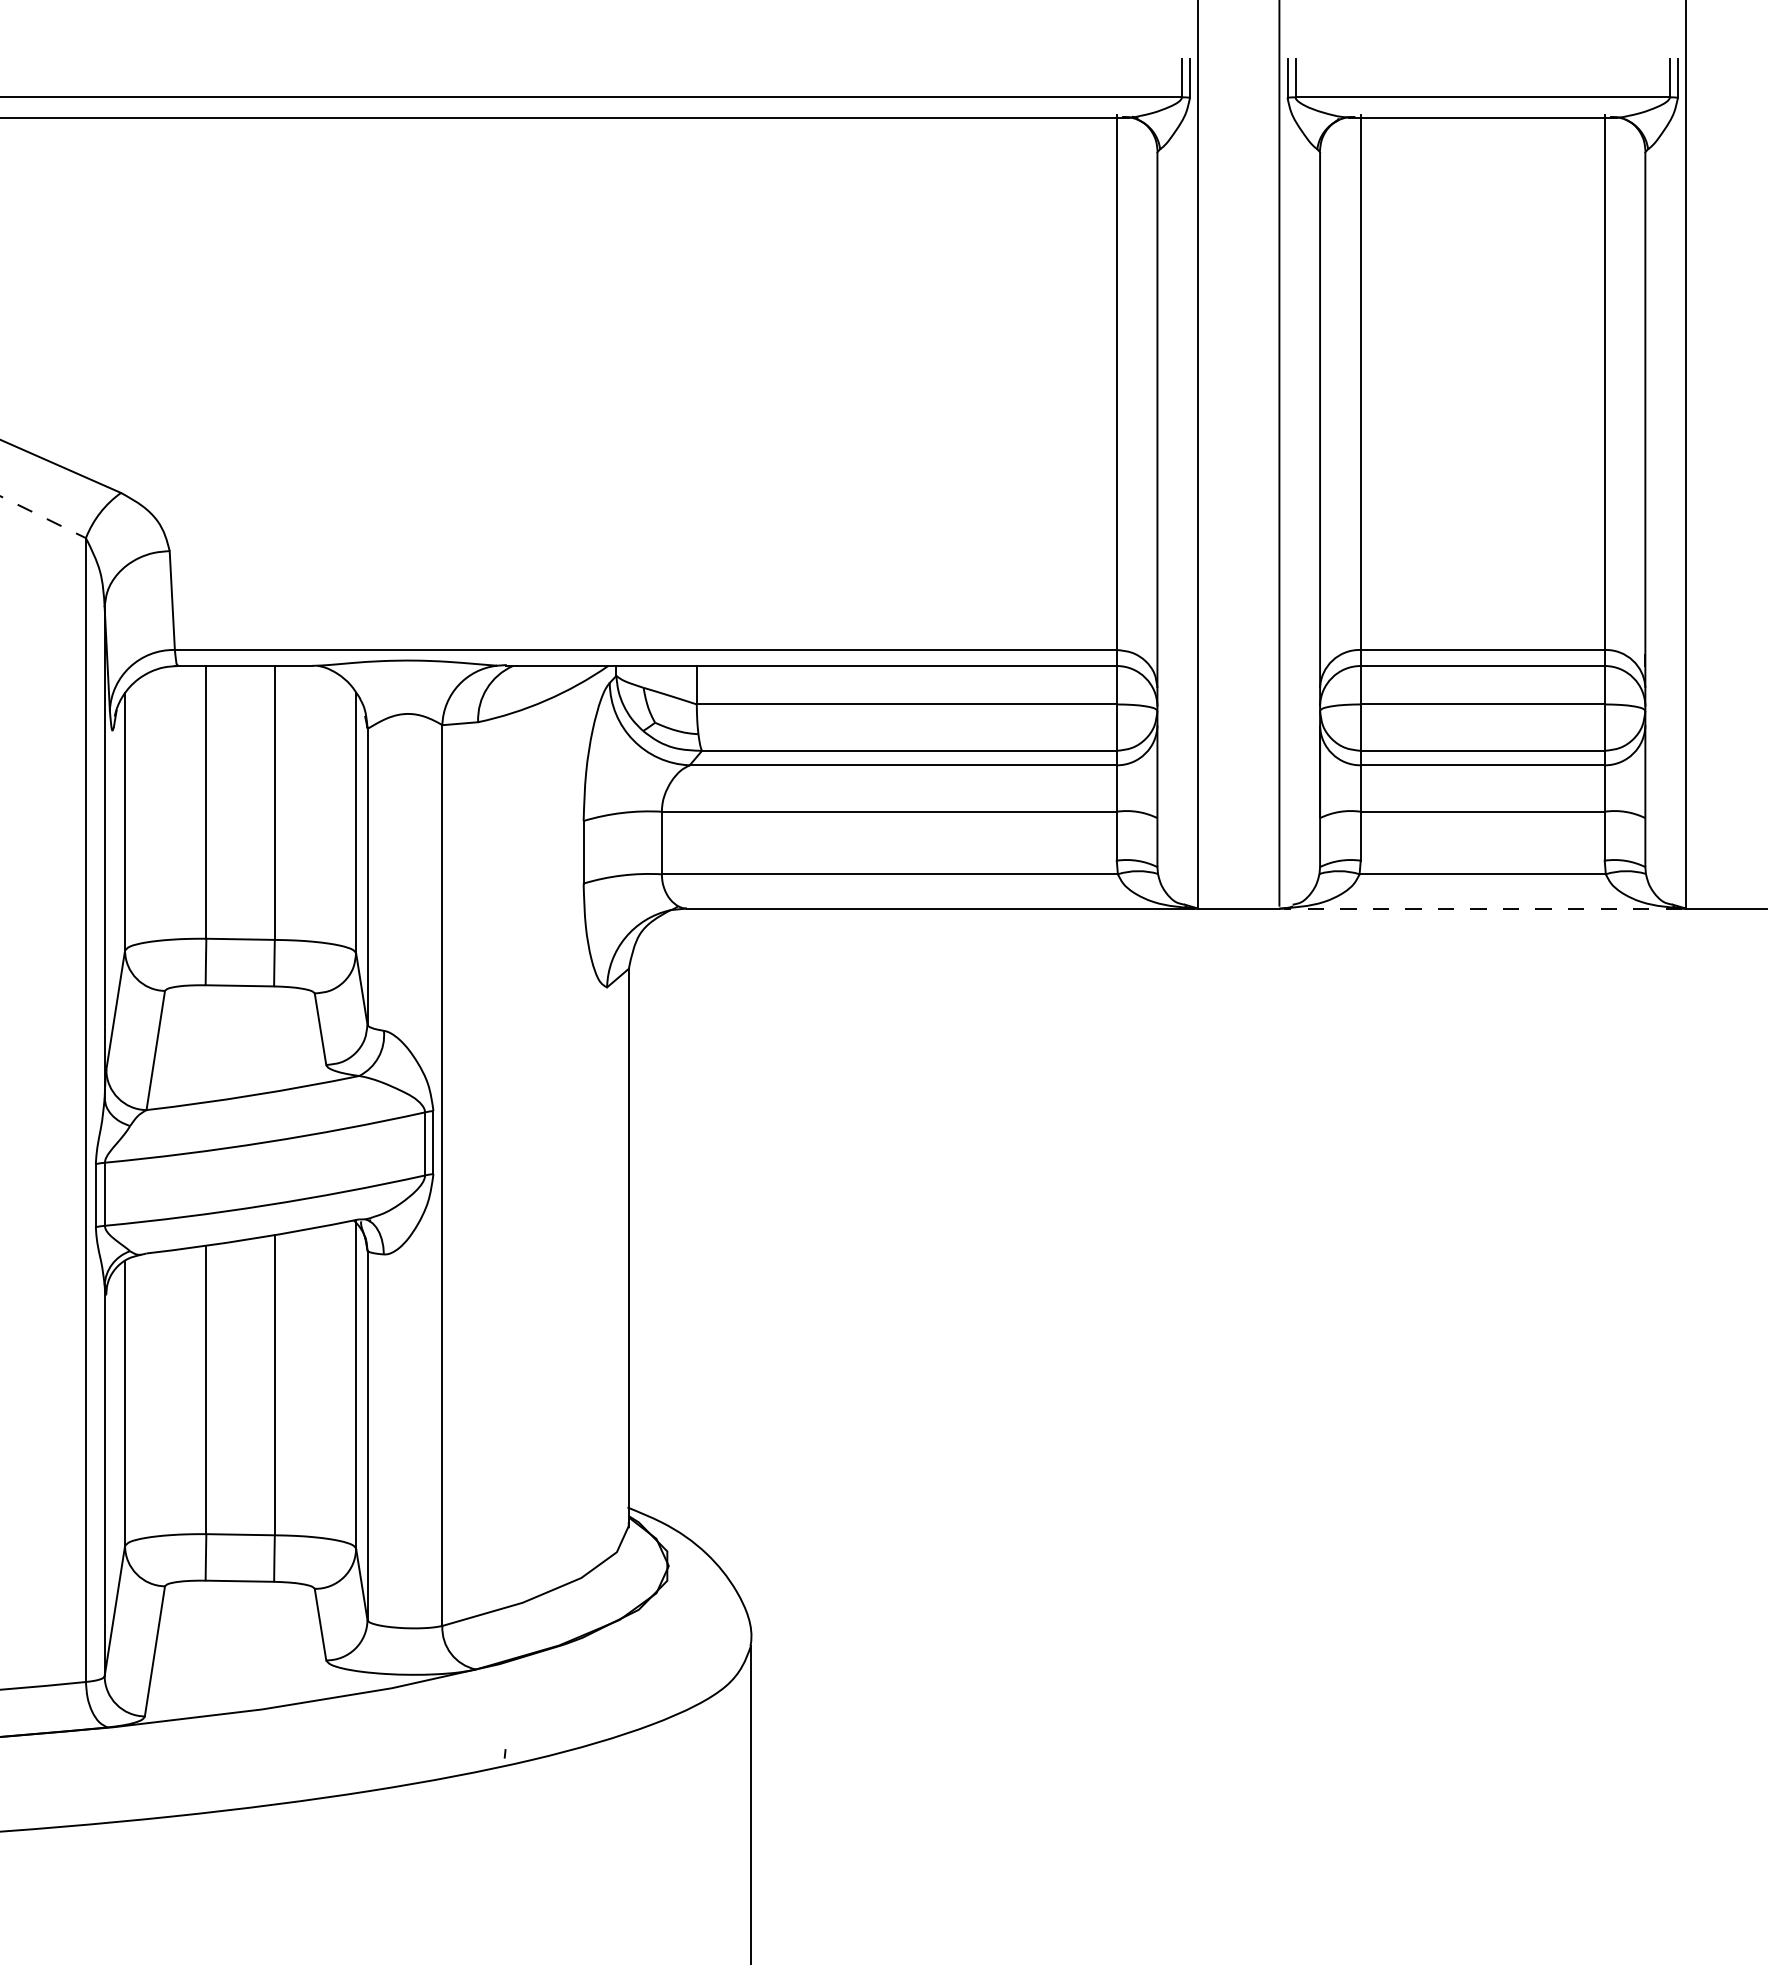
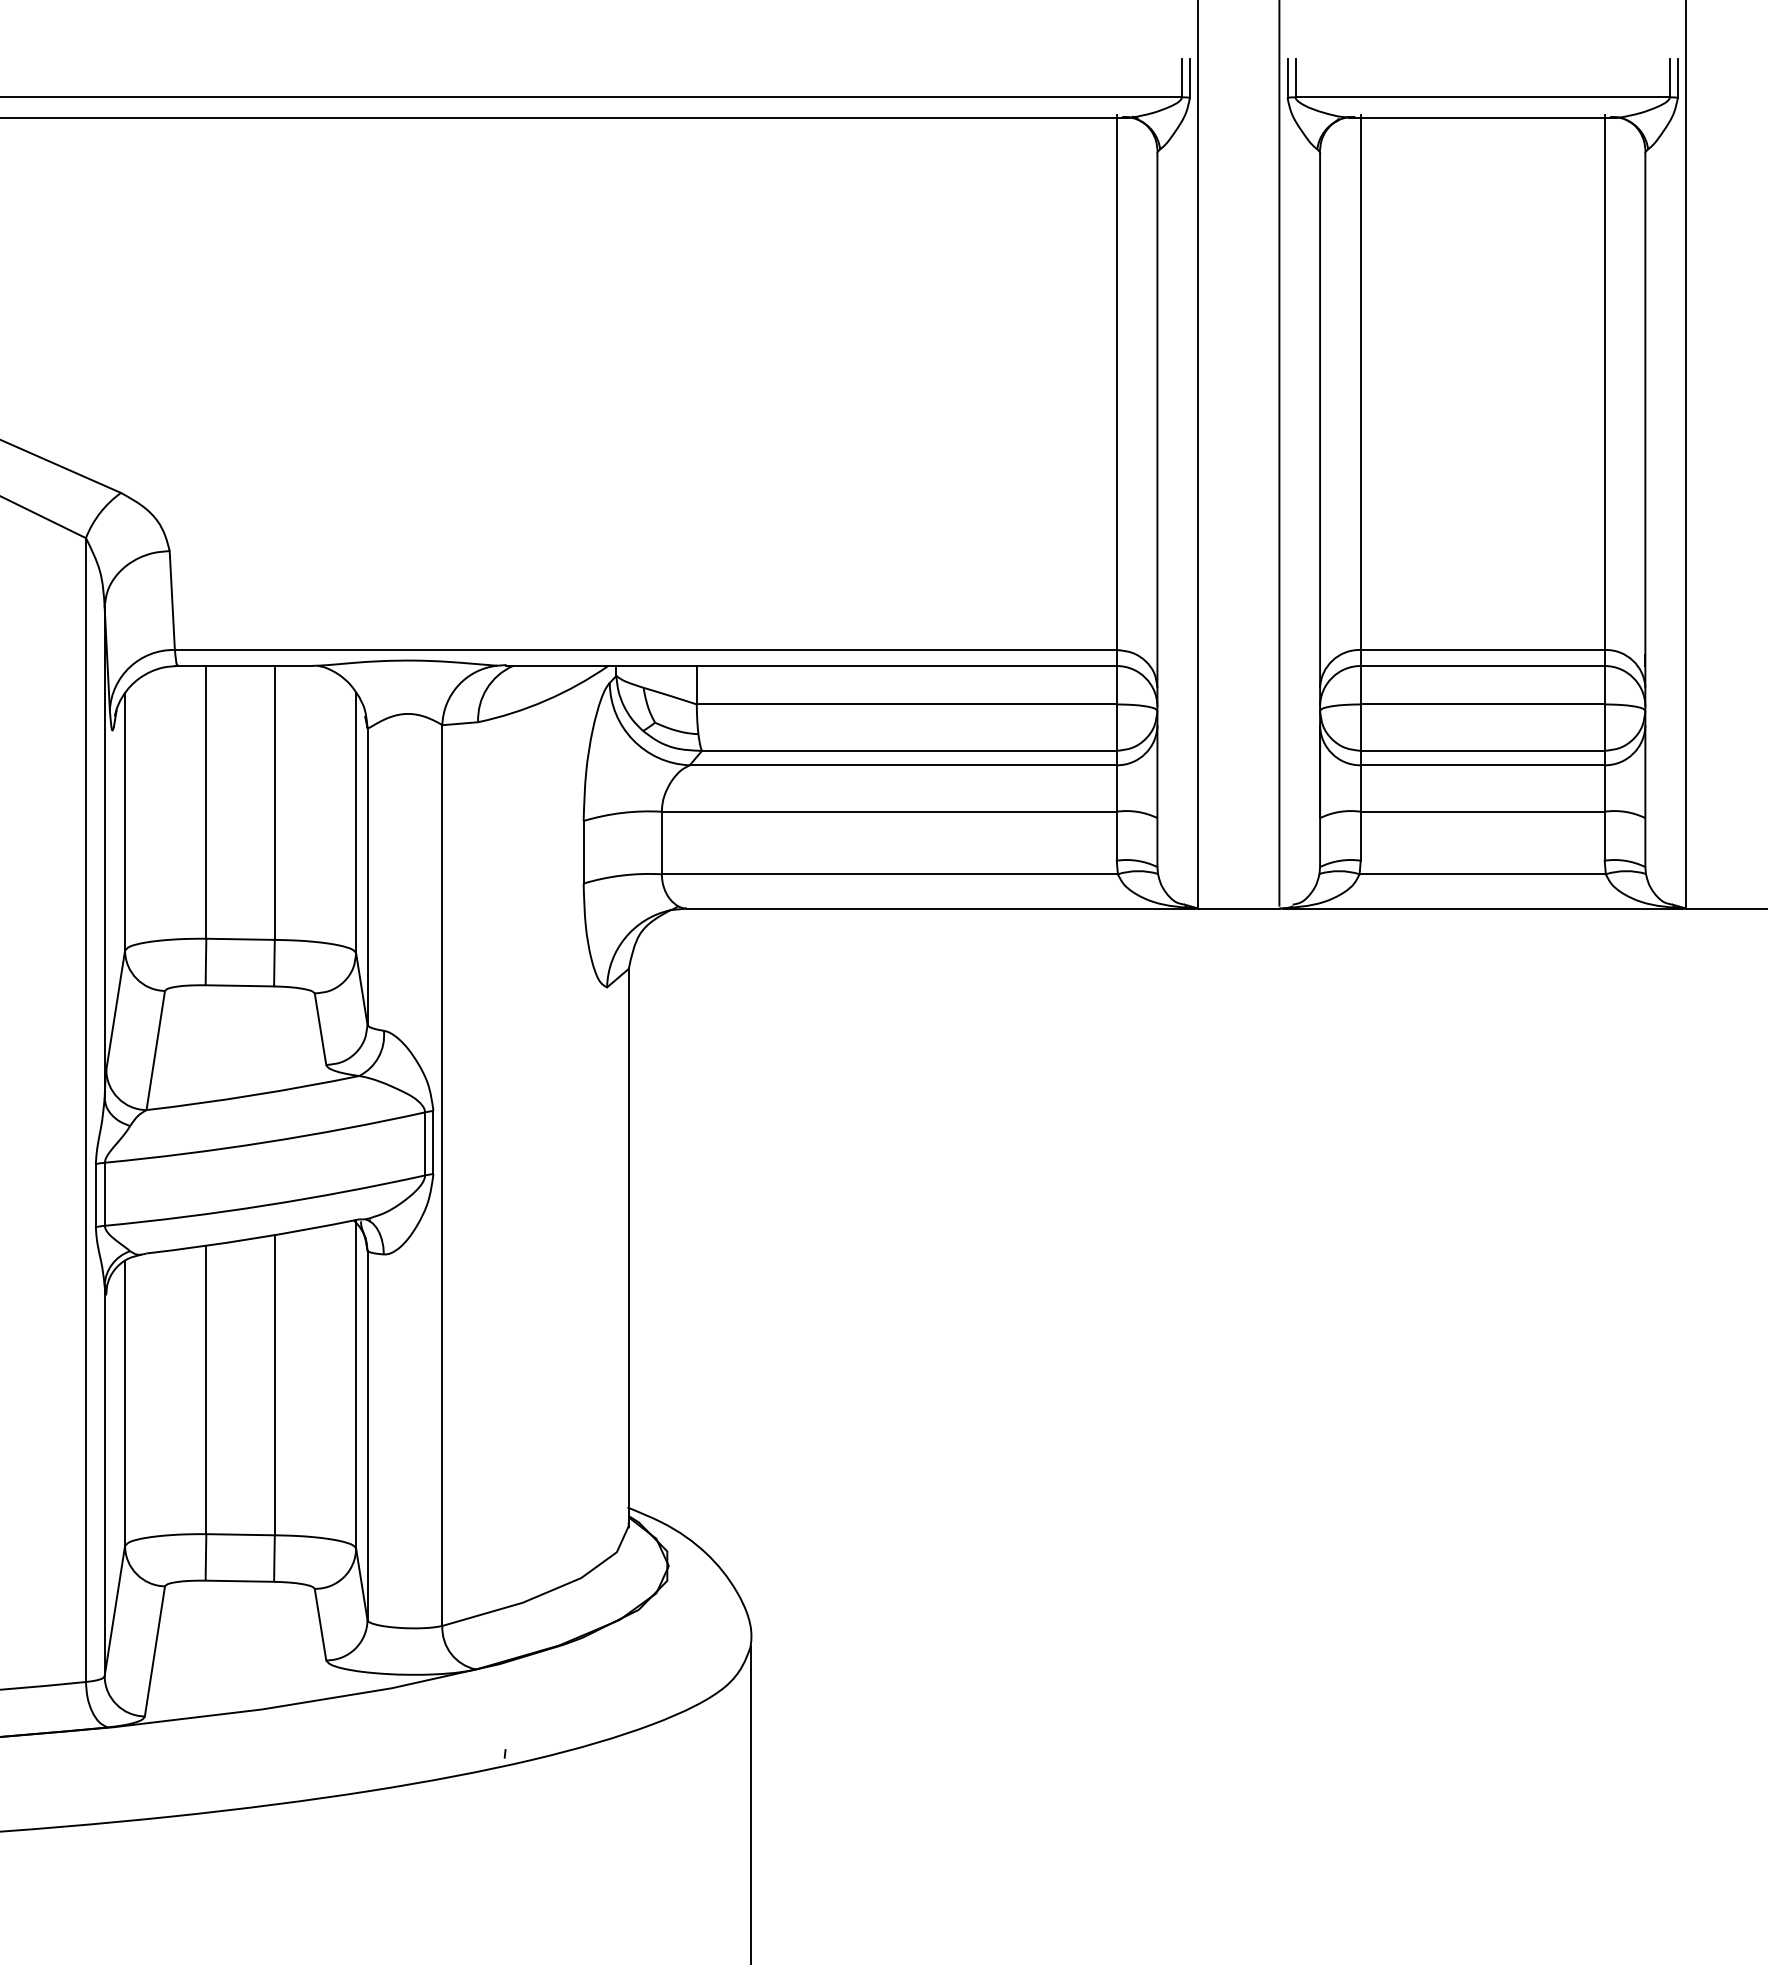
line at (43, 517): dashed -> solid
line at (1482, 908): dashed -> solid
